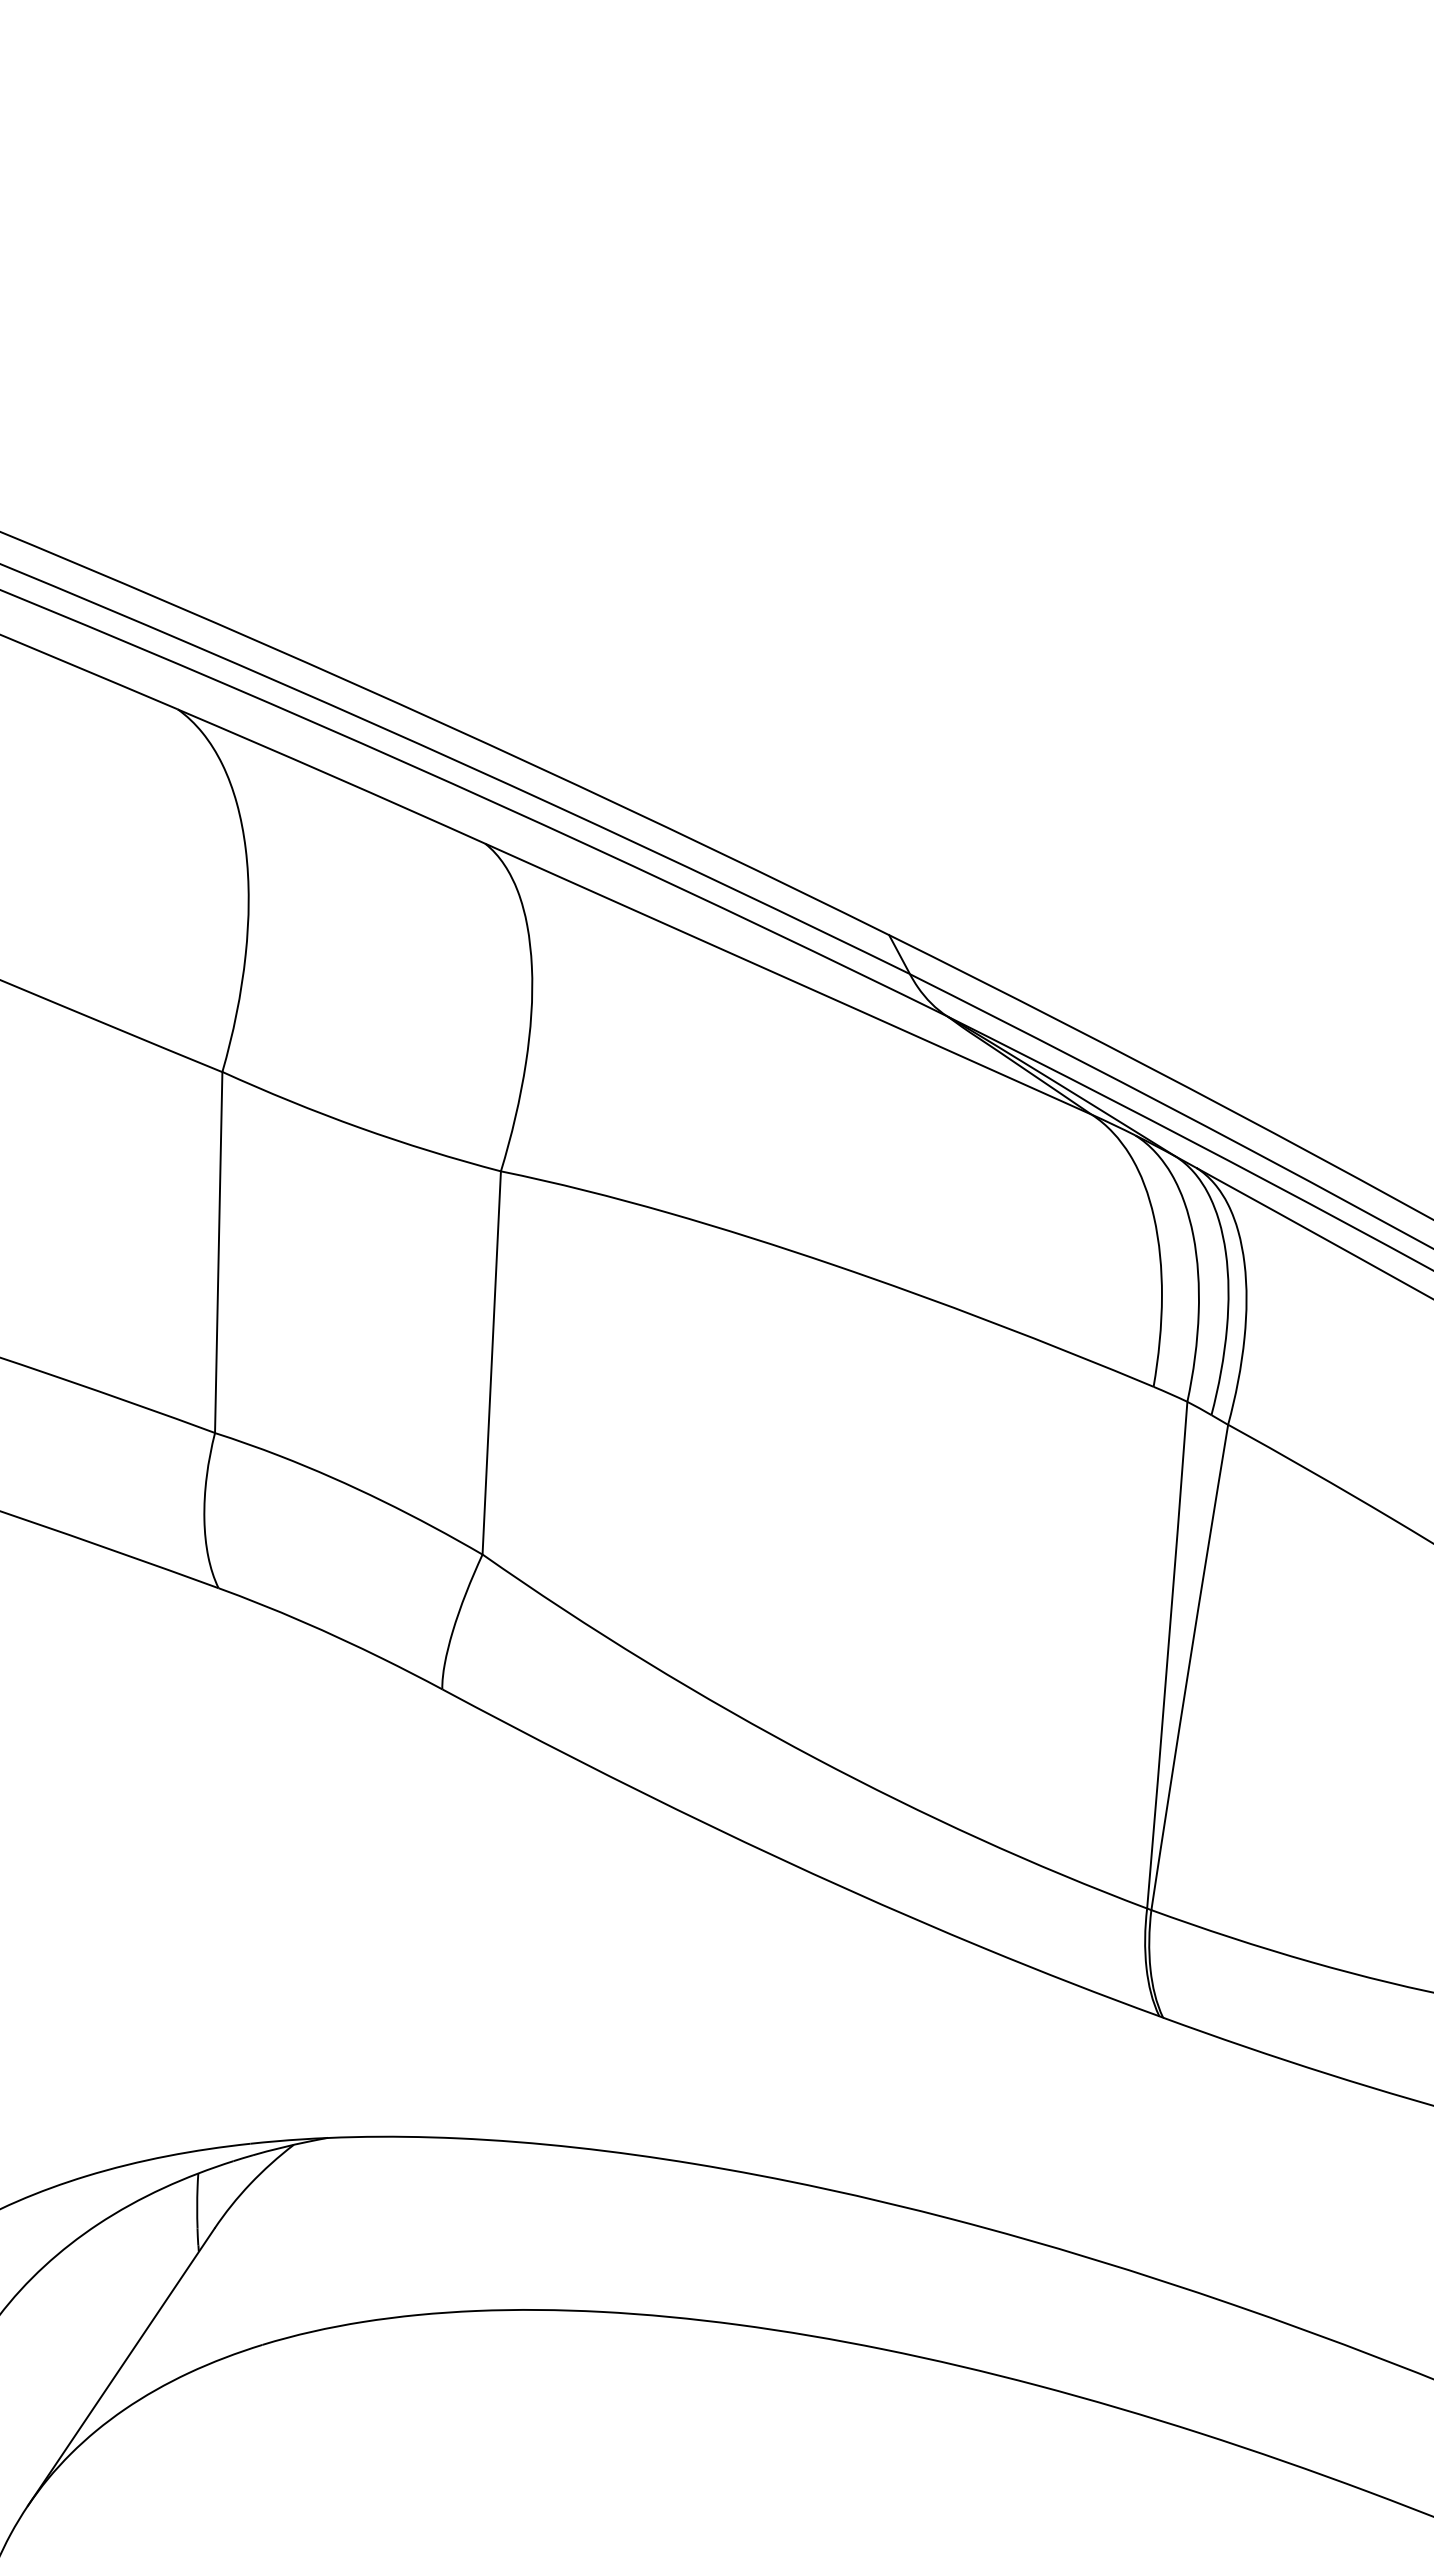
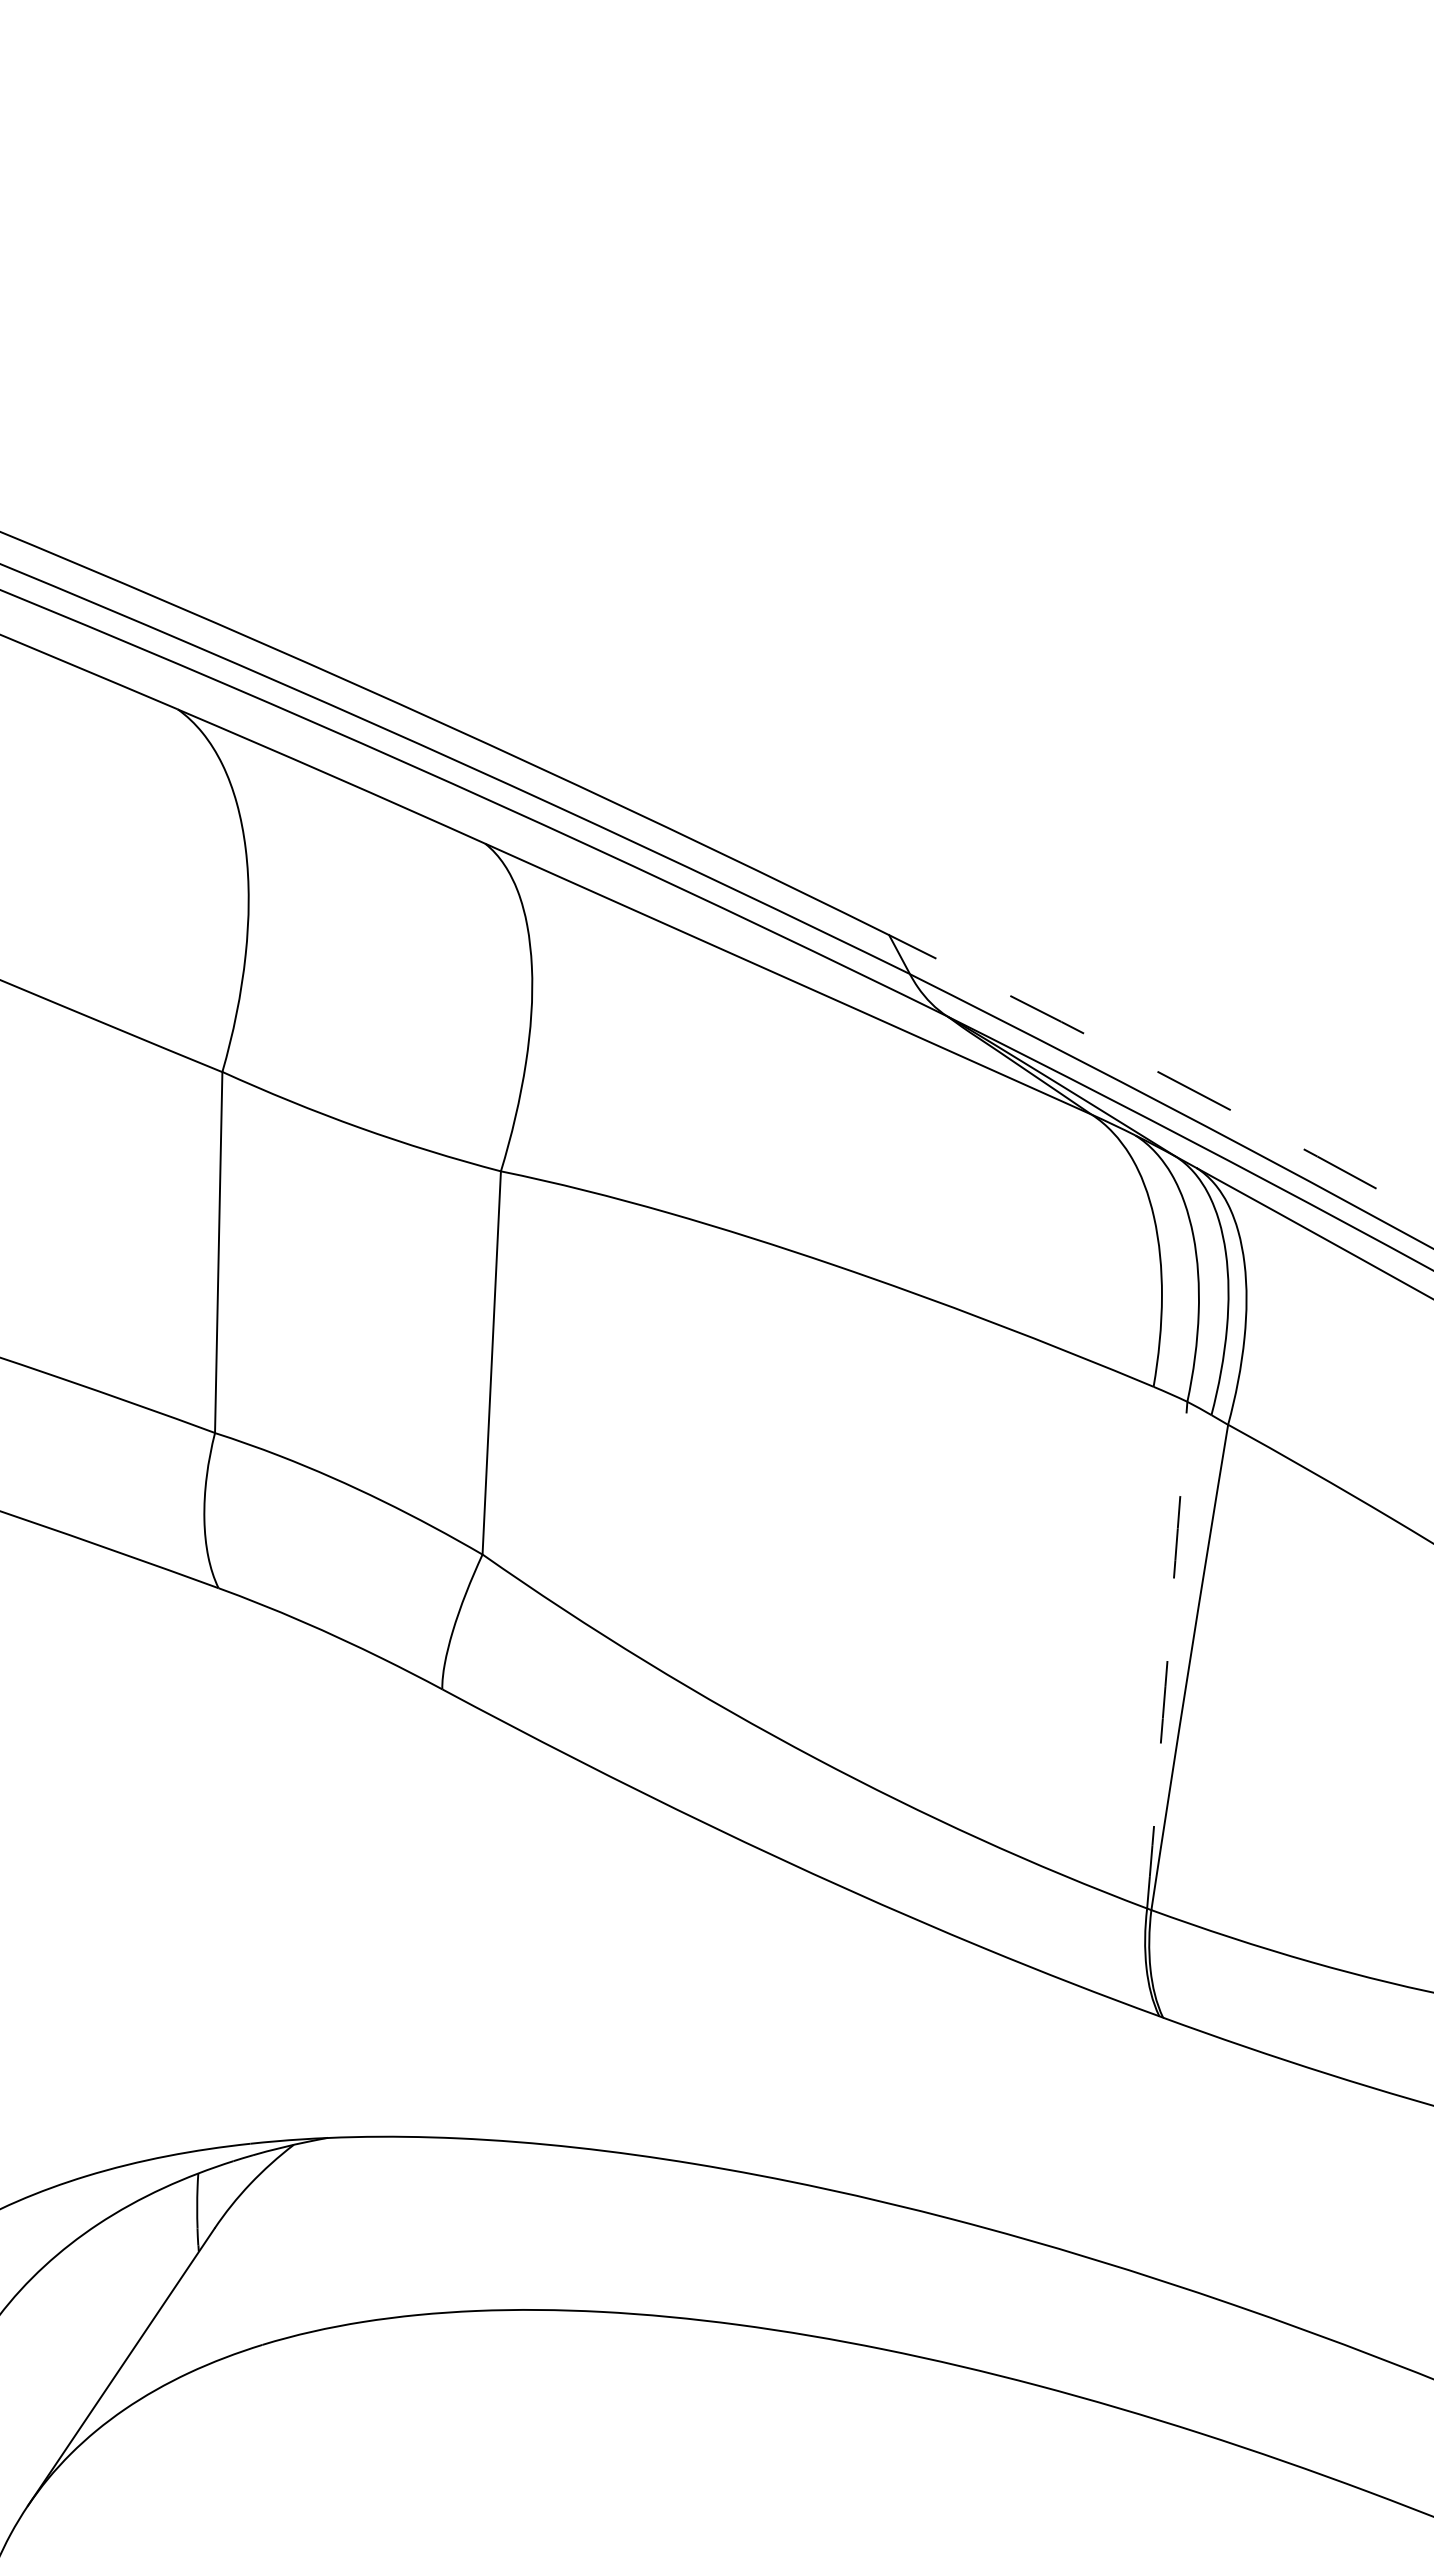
arc at (1162, 1074): solid -> dashed
arc at (1167, 1655): solid -> dashed
